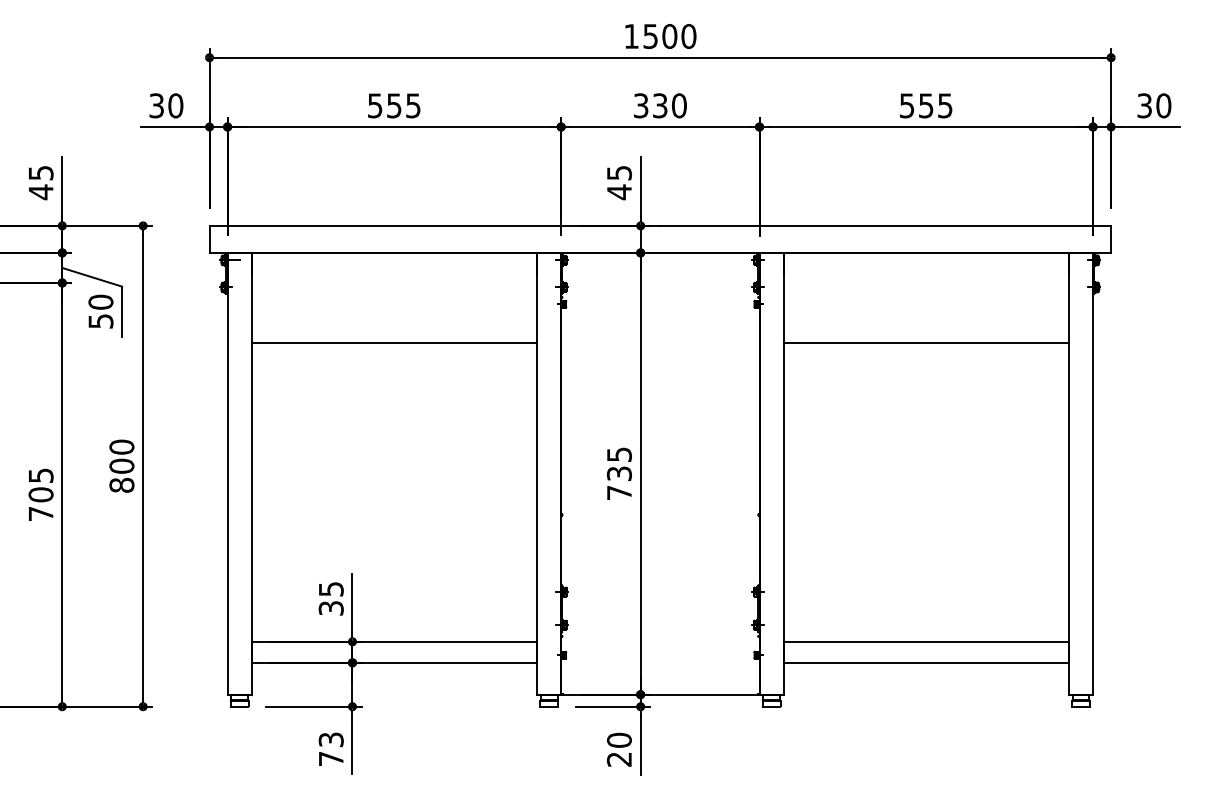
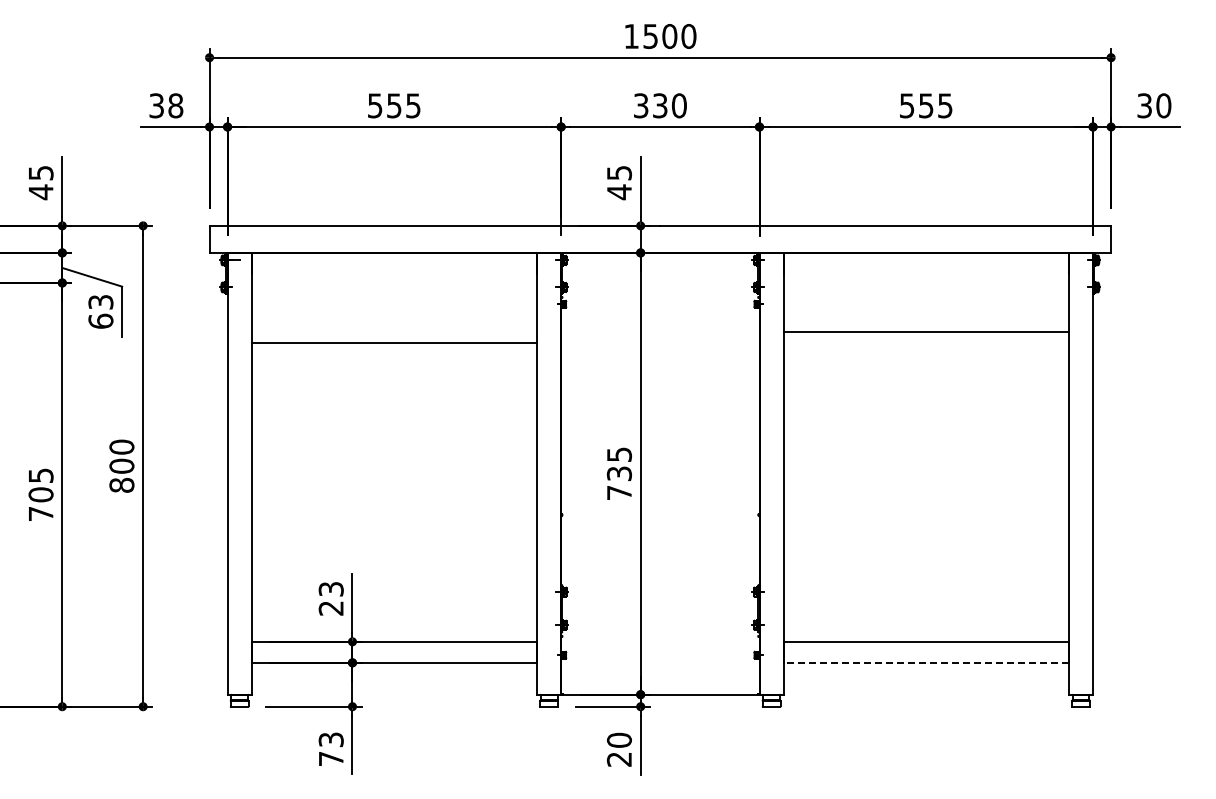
text at (175, 105): 30 -> 38
text at (100, 311): 50 -> 63
line at (926, 343) position: (926, 343) -> (926, 332)
text at (330, 598): 35 -> 23
line at (926, 662): solid -> dashed
